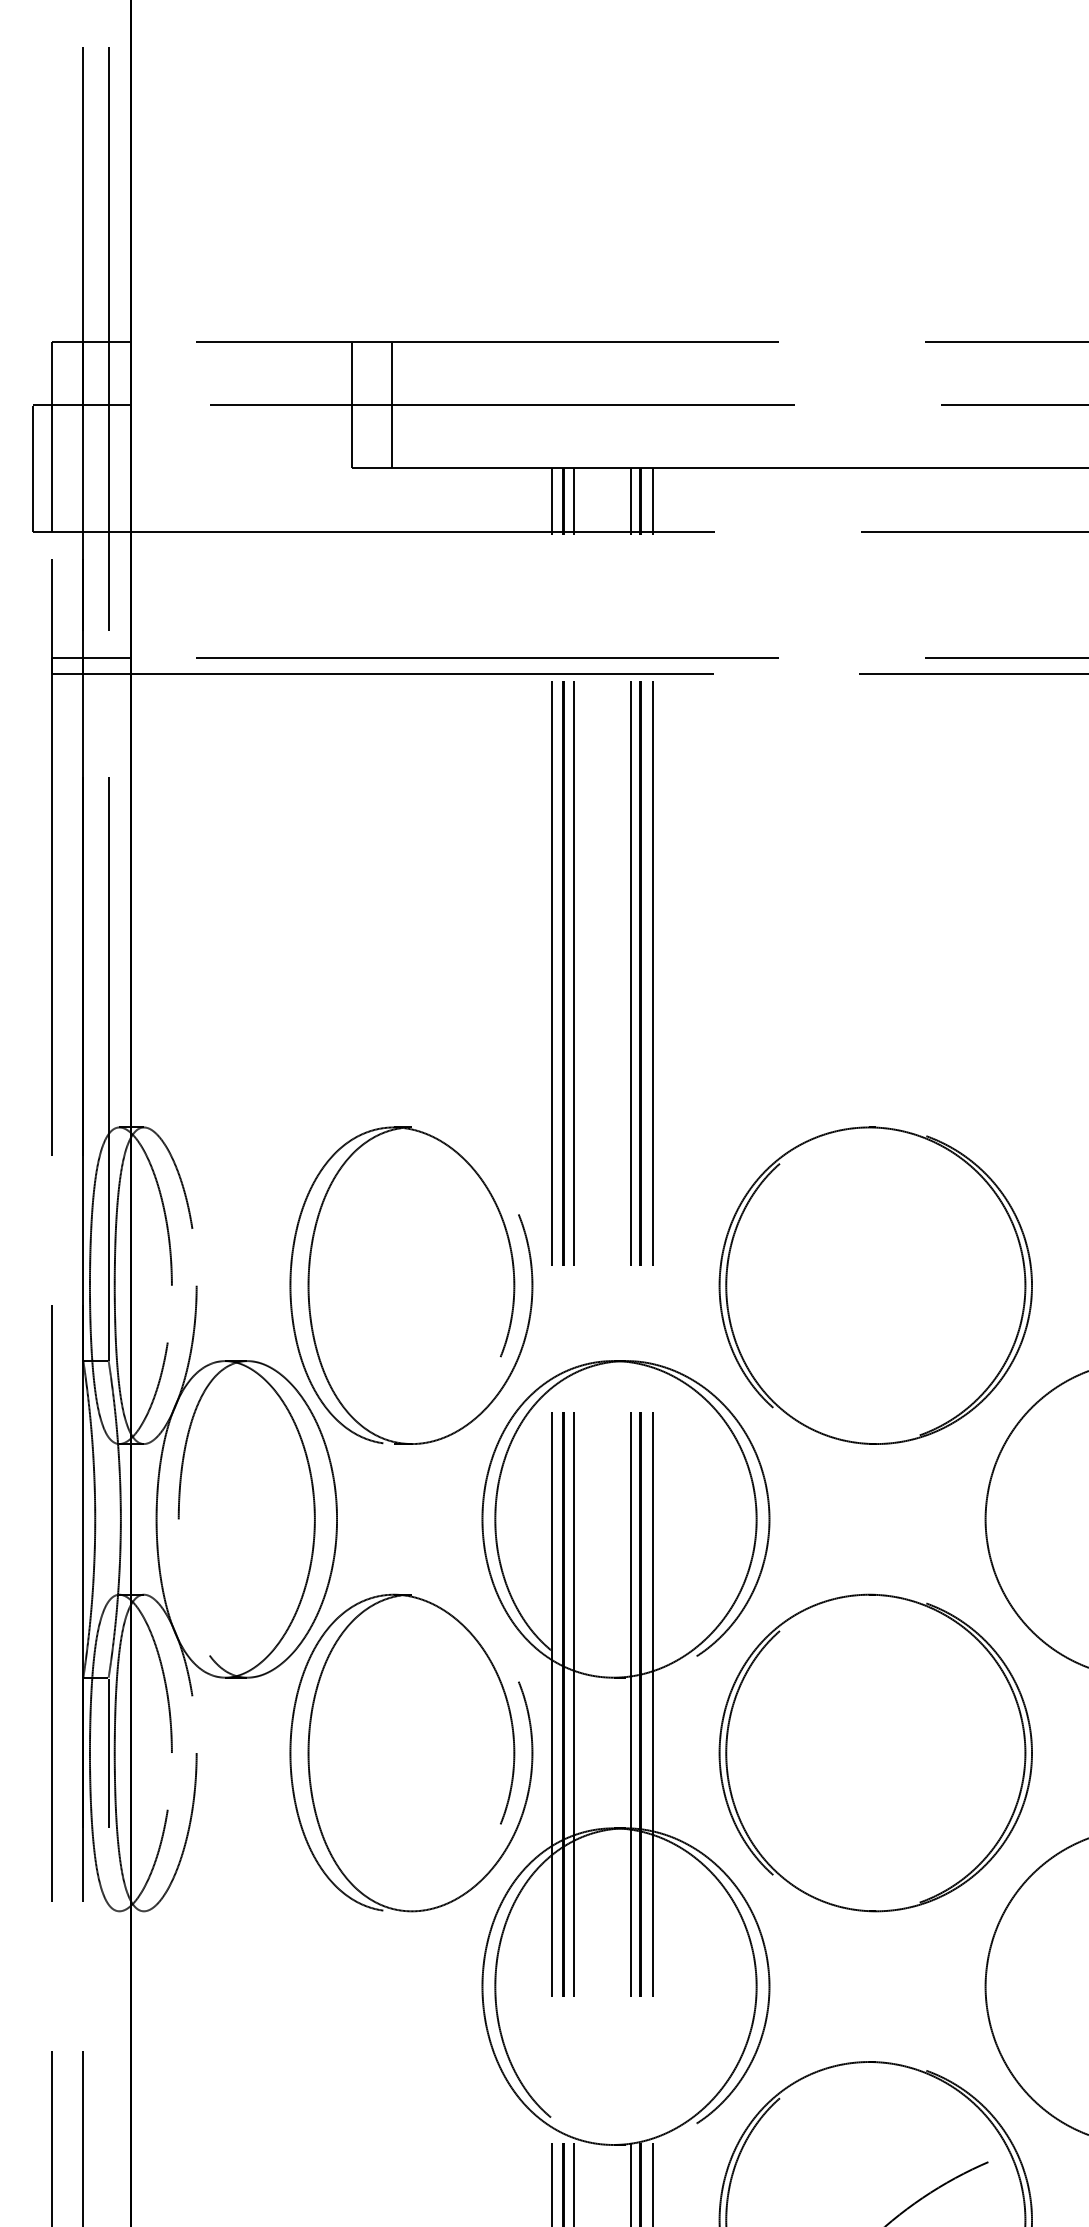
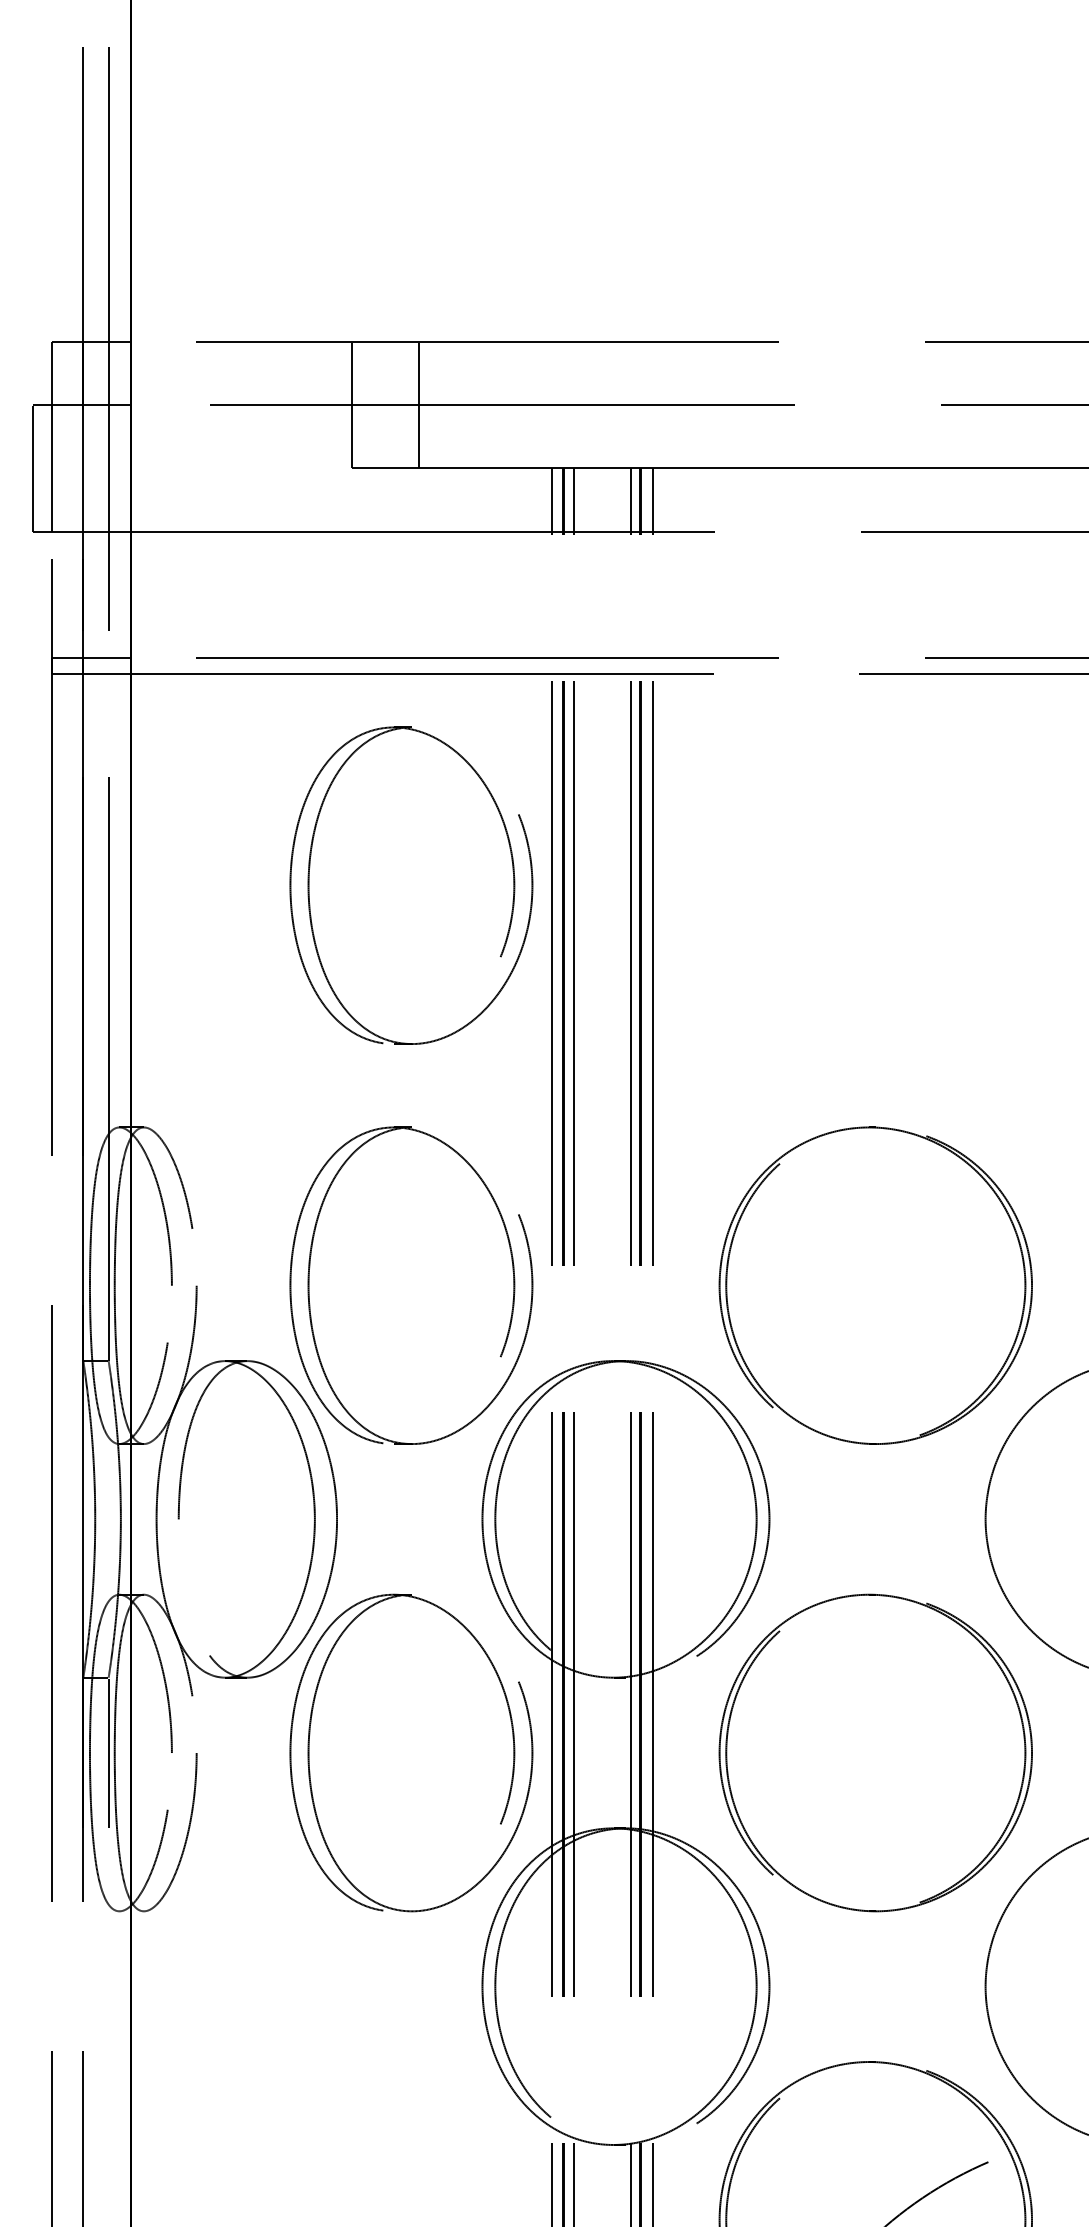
line at (391, 404) position: (391, 404) -> (418, 404)
part at (512, 871): none -> present
